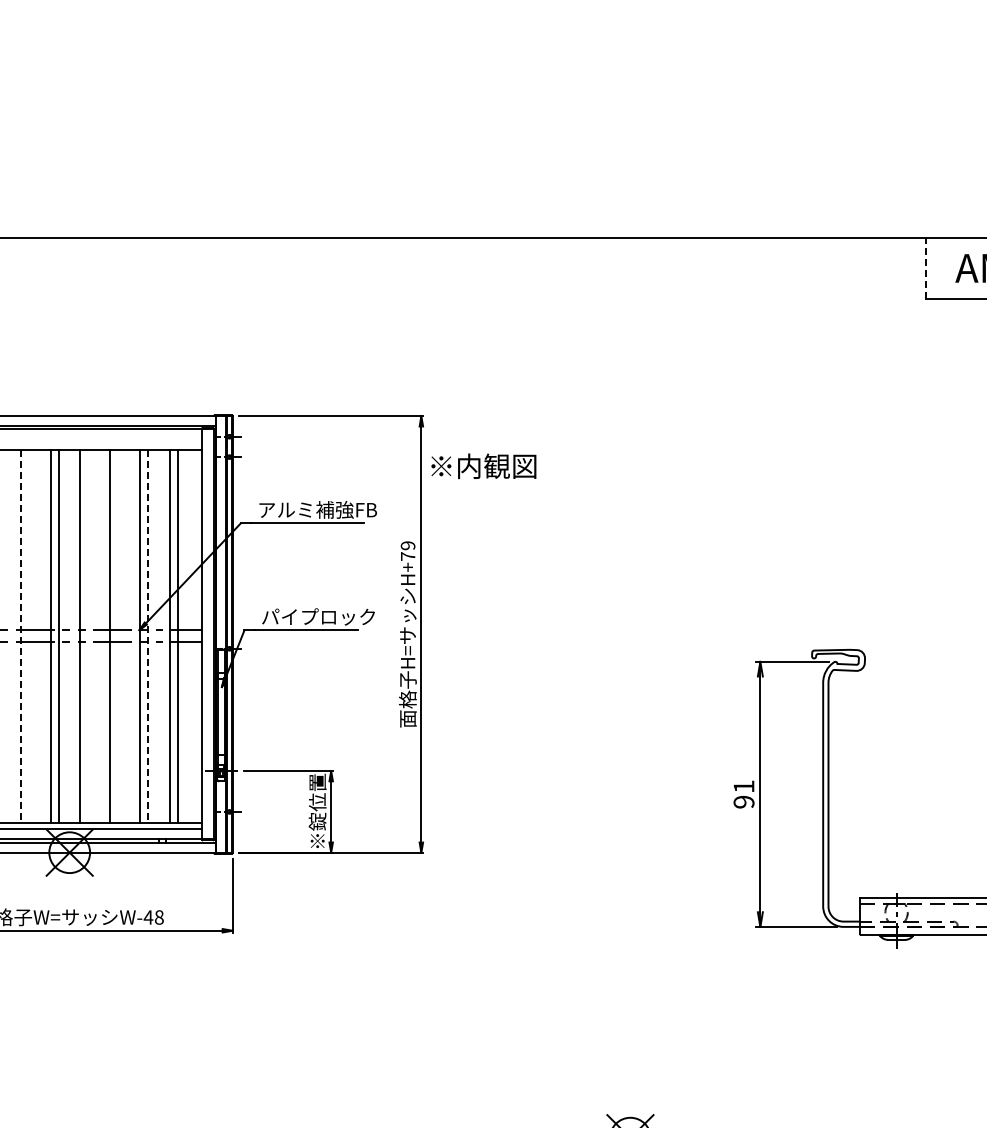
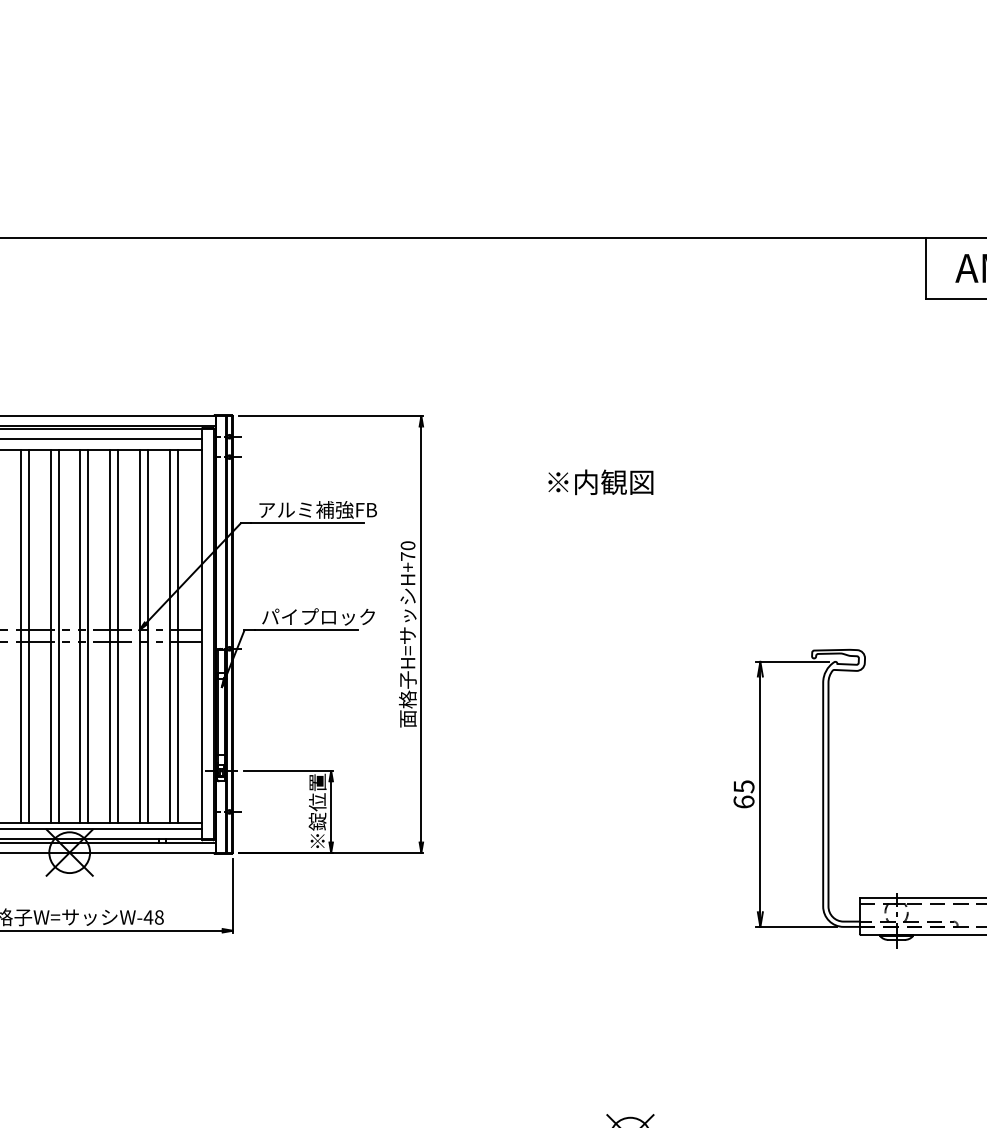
line at (926, 268): dashed -> solid
line at (101, 439): none -> present
text at (483, 466) position: (483, 466) -> (600, 482)
text at (408, 545): H+79 -> H+70
line at (20, 636): dashed -> solid
line at (28, 636): none -> present
line at (88, 636): none -> present
line at (118, 636): none -> present
line at (148, 636): dashed -> solid
text at (743, 794): 91 -> 65
